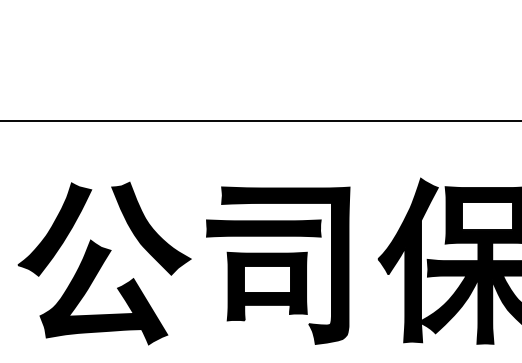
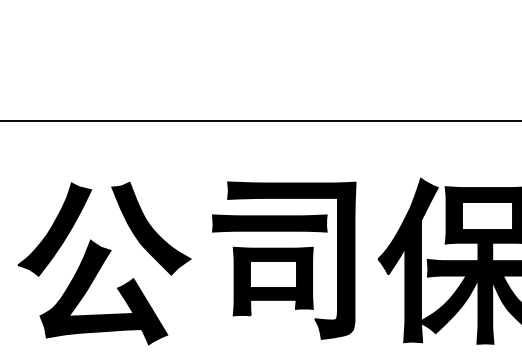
part at (278, 265) position: (278, 265) -> (284, 260)
